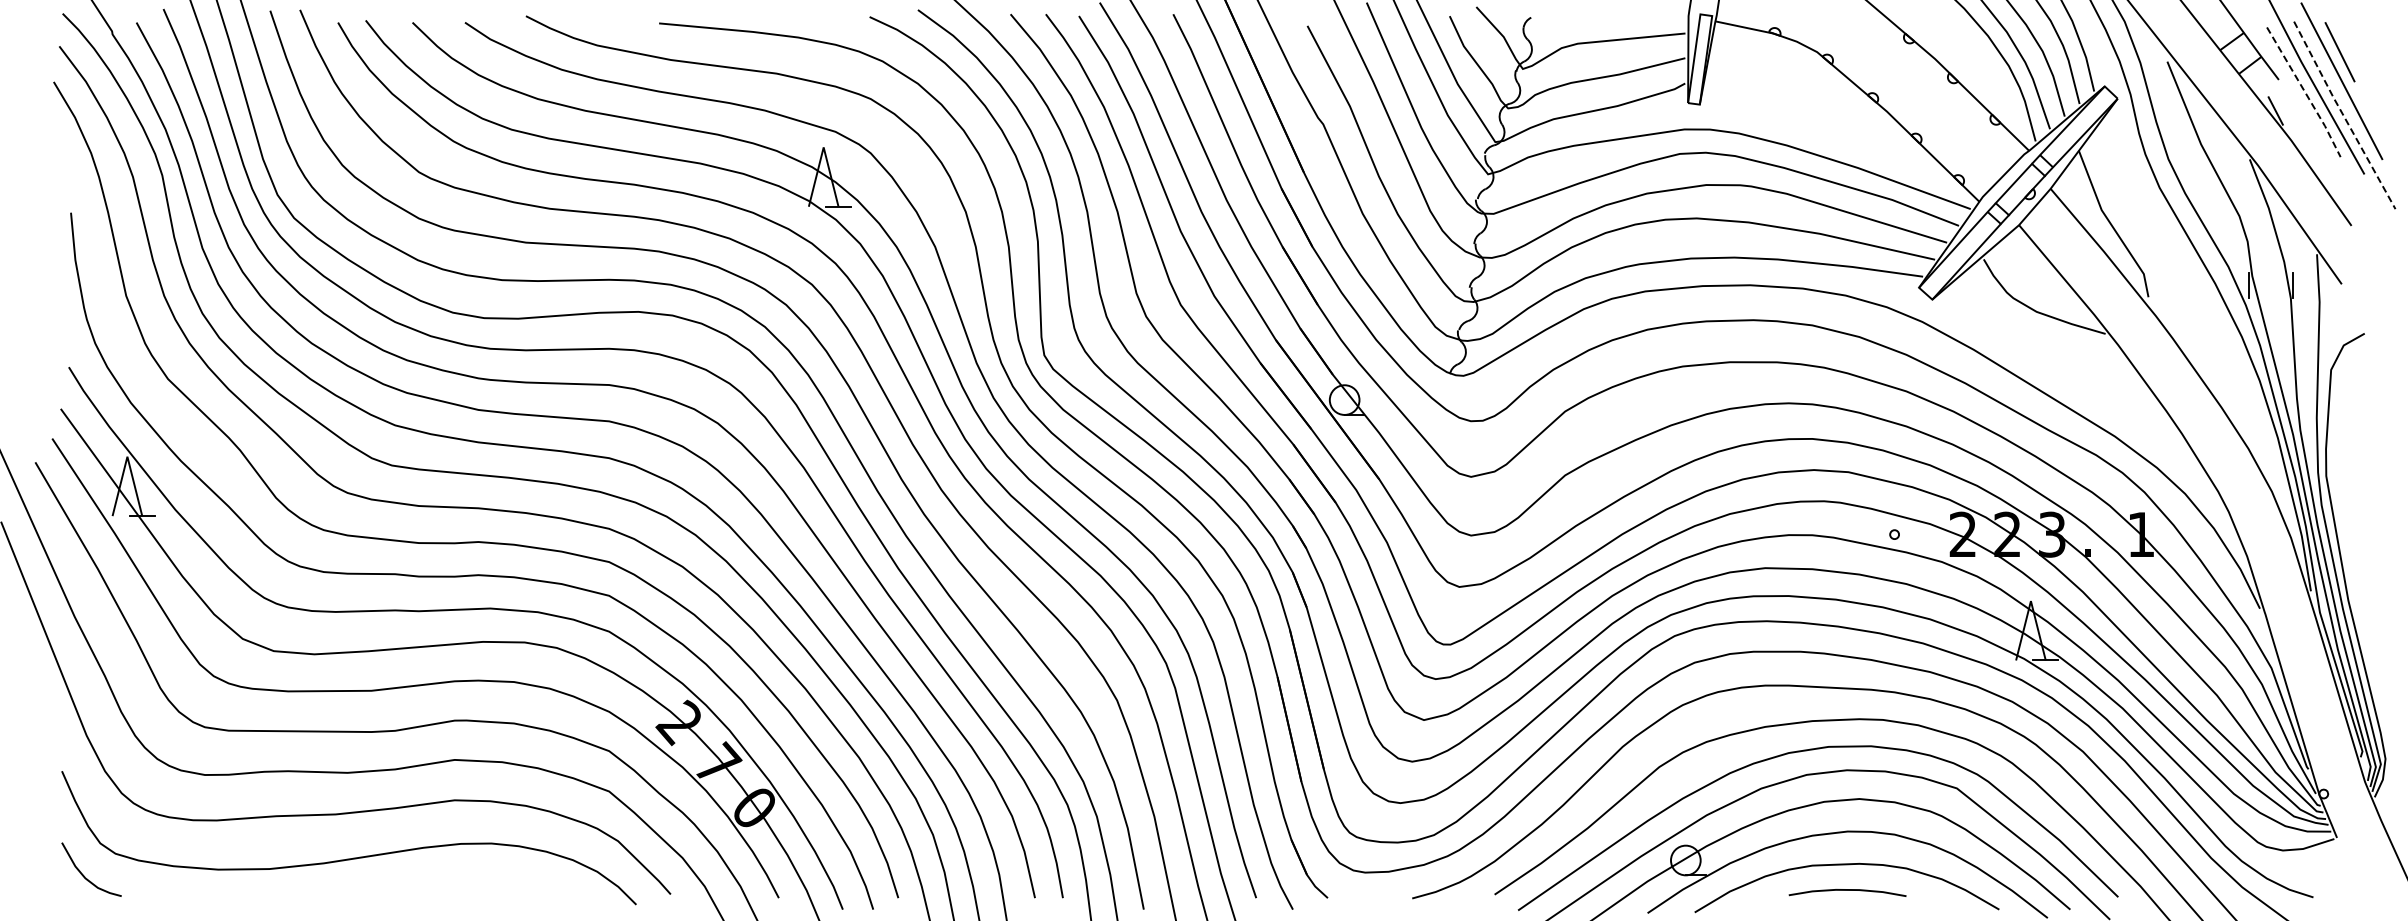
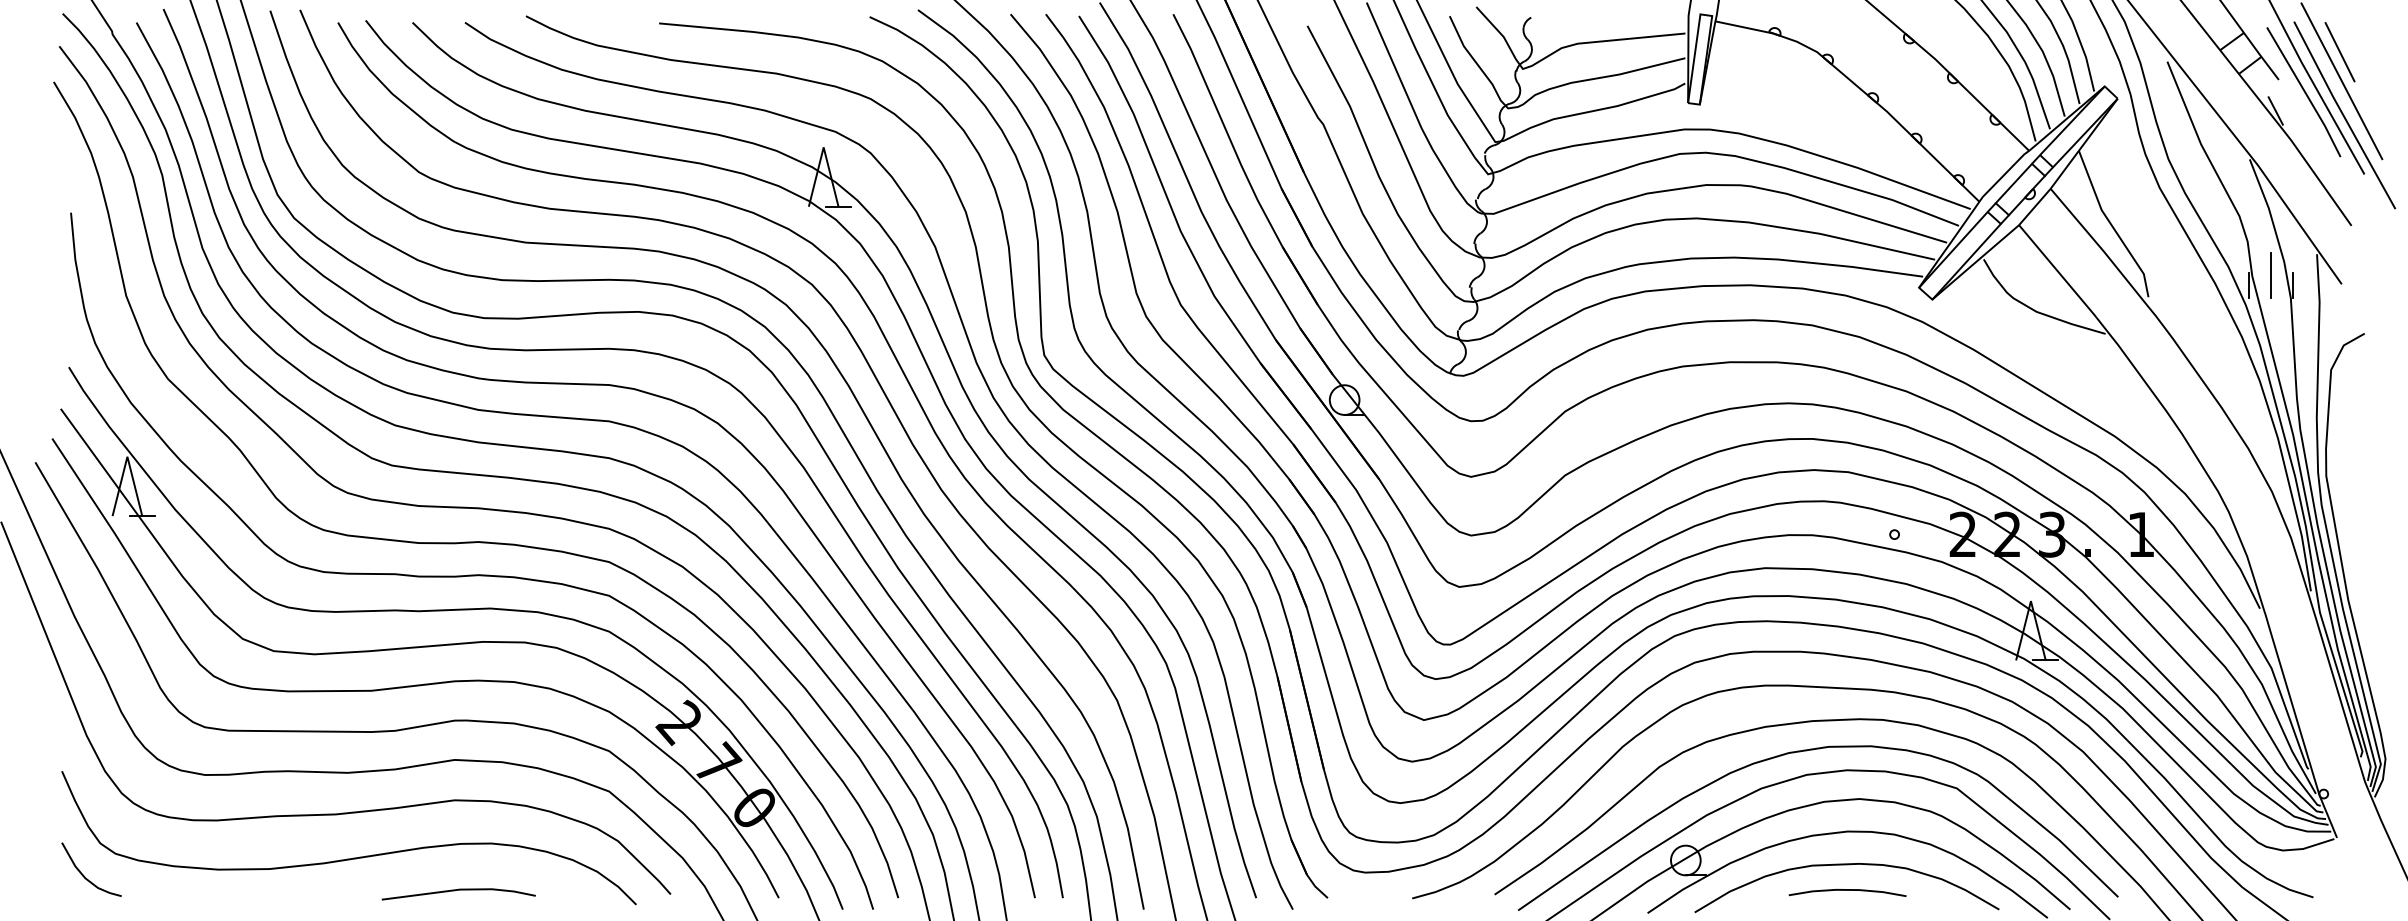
line at (2305, 92): dashed -> solid
line at (2343, 115): dashed -> solid
line at (2270, 275): none -> present
line at (458, 890): none -> present
